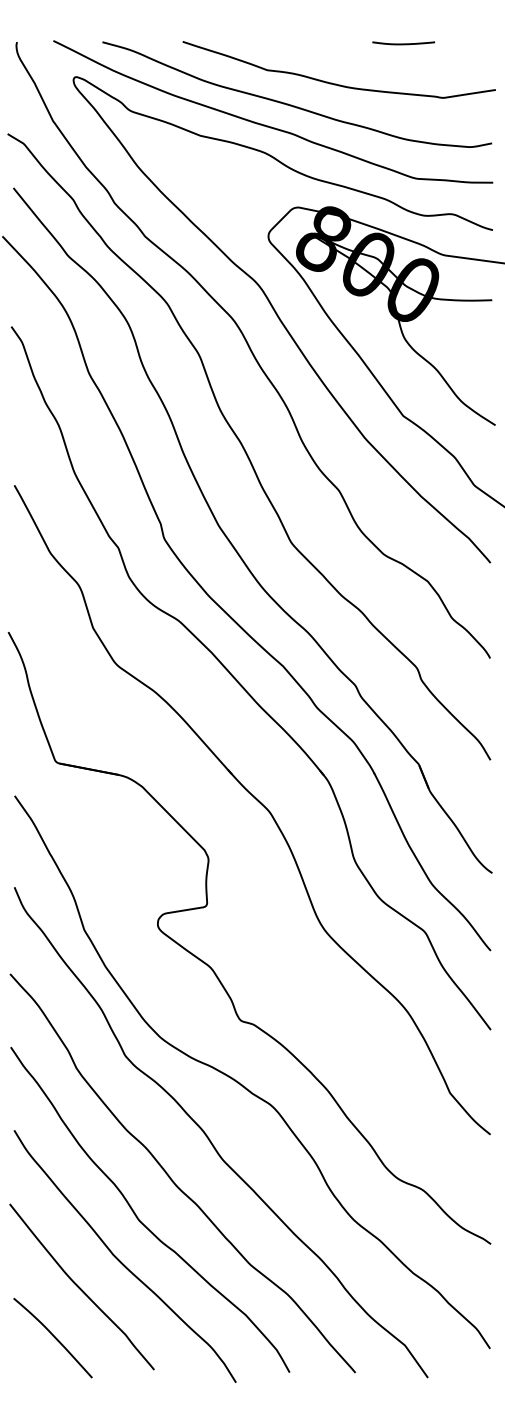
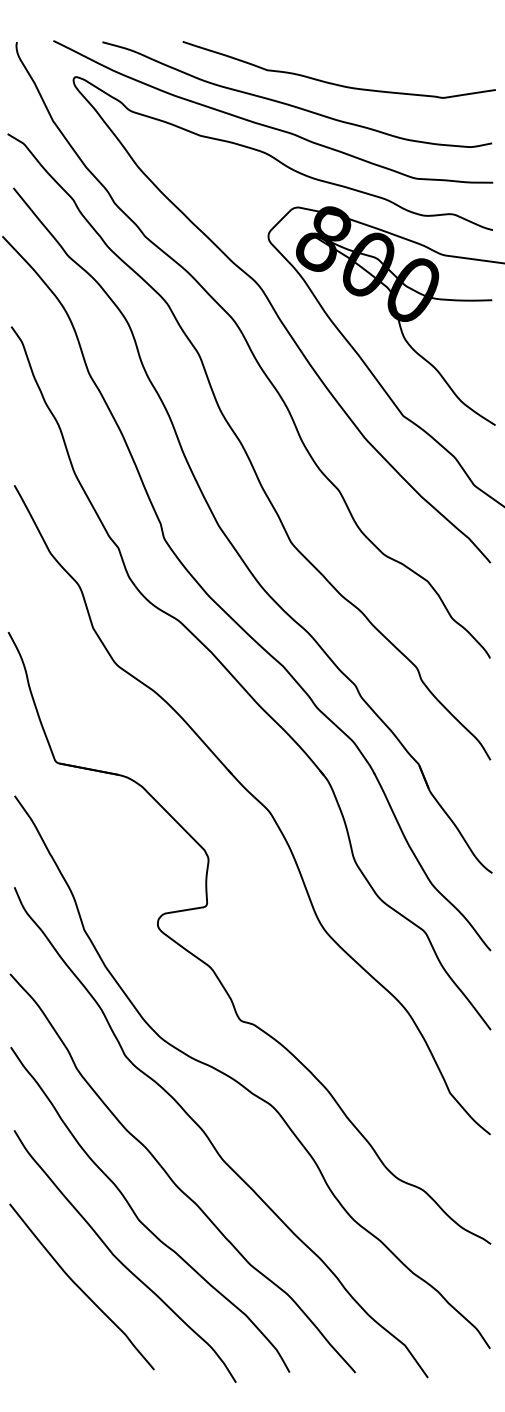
curve at (403, 43): present -> none
curve at (52, 1336): present -> none
